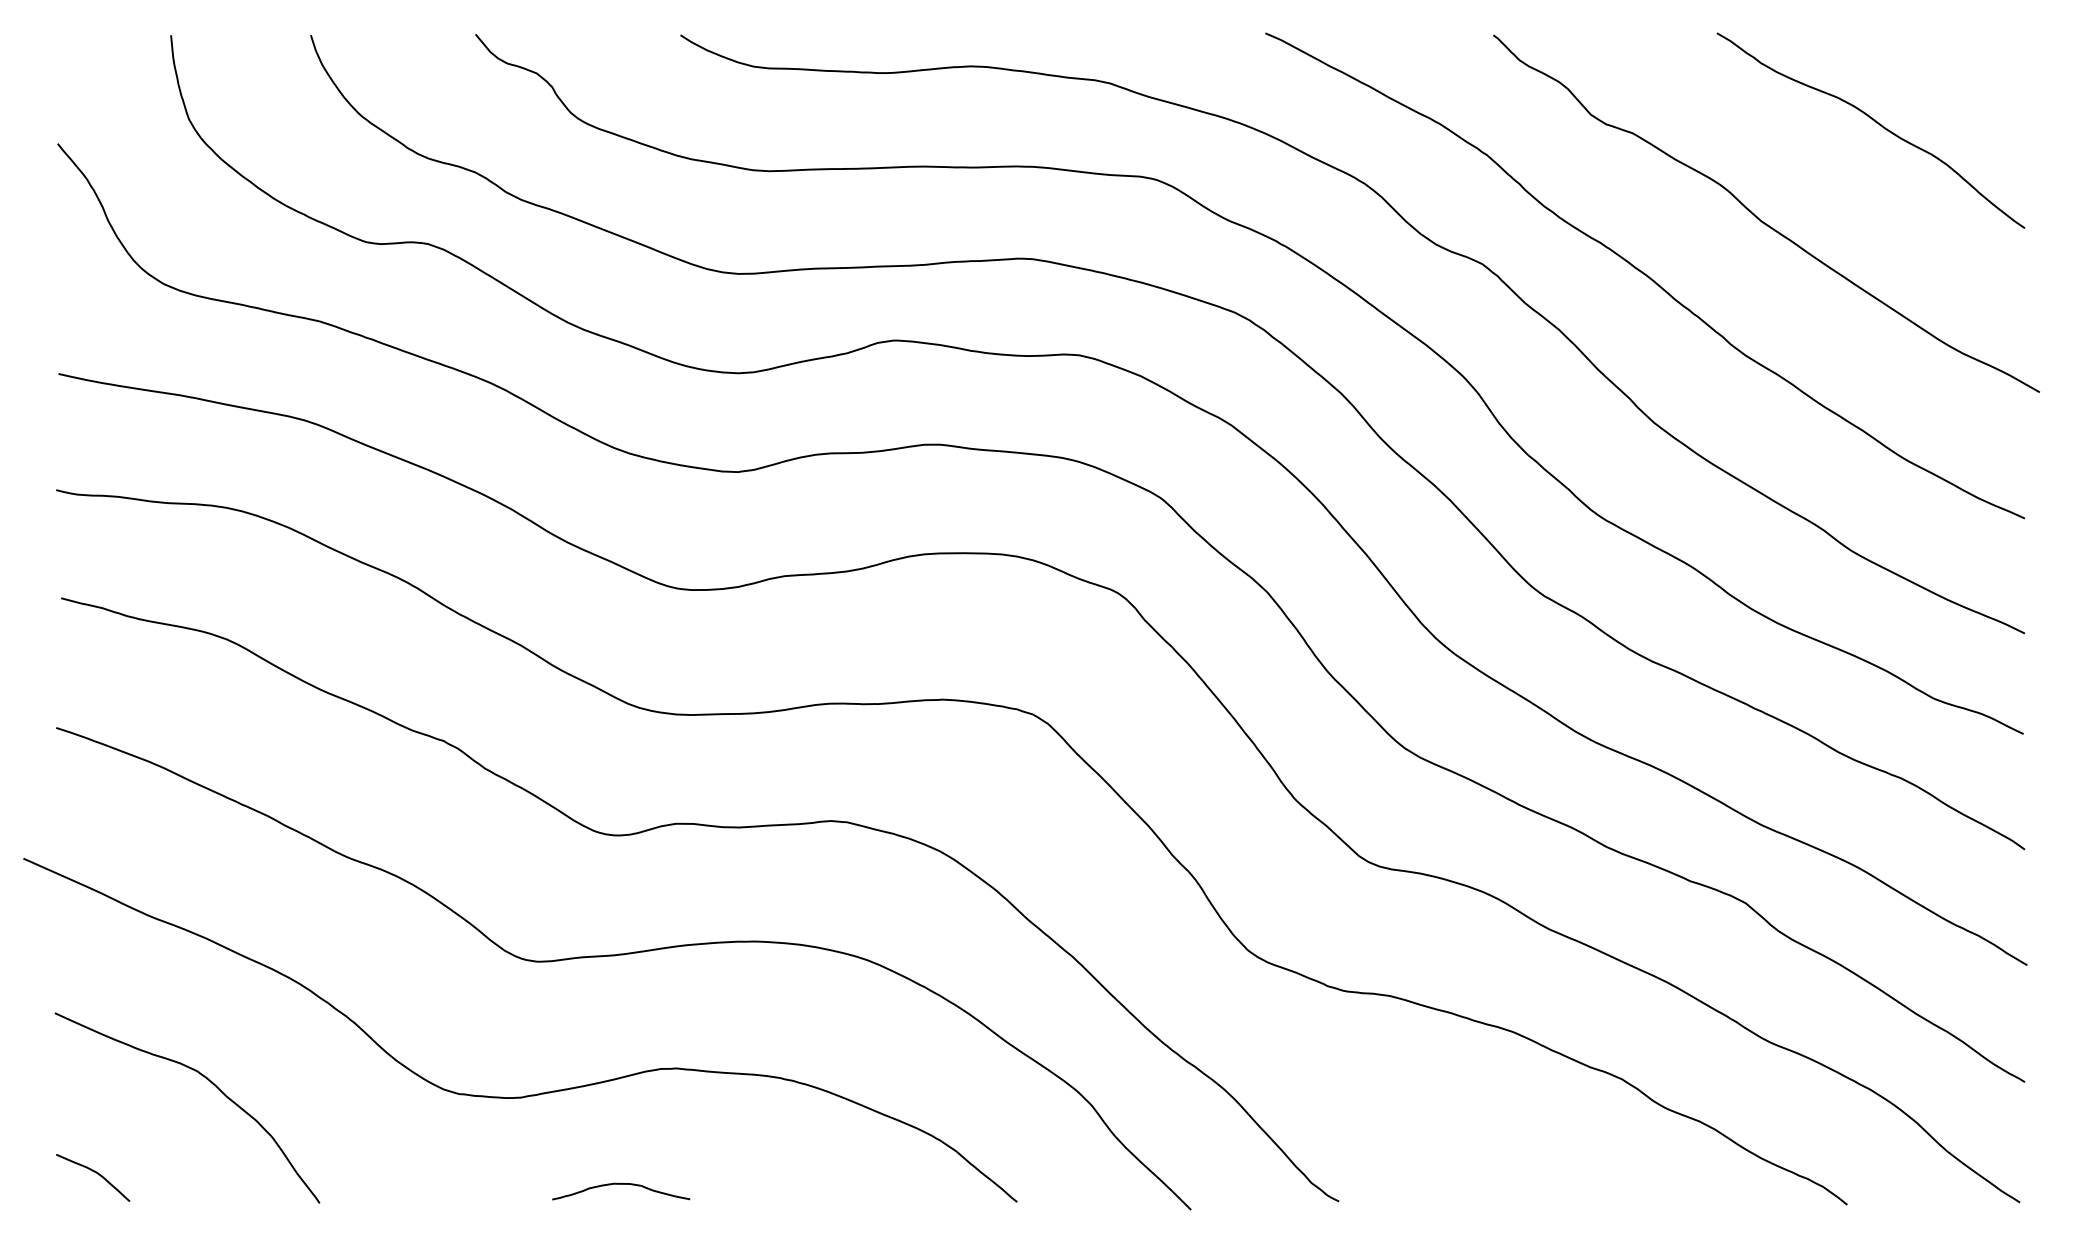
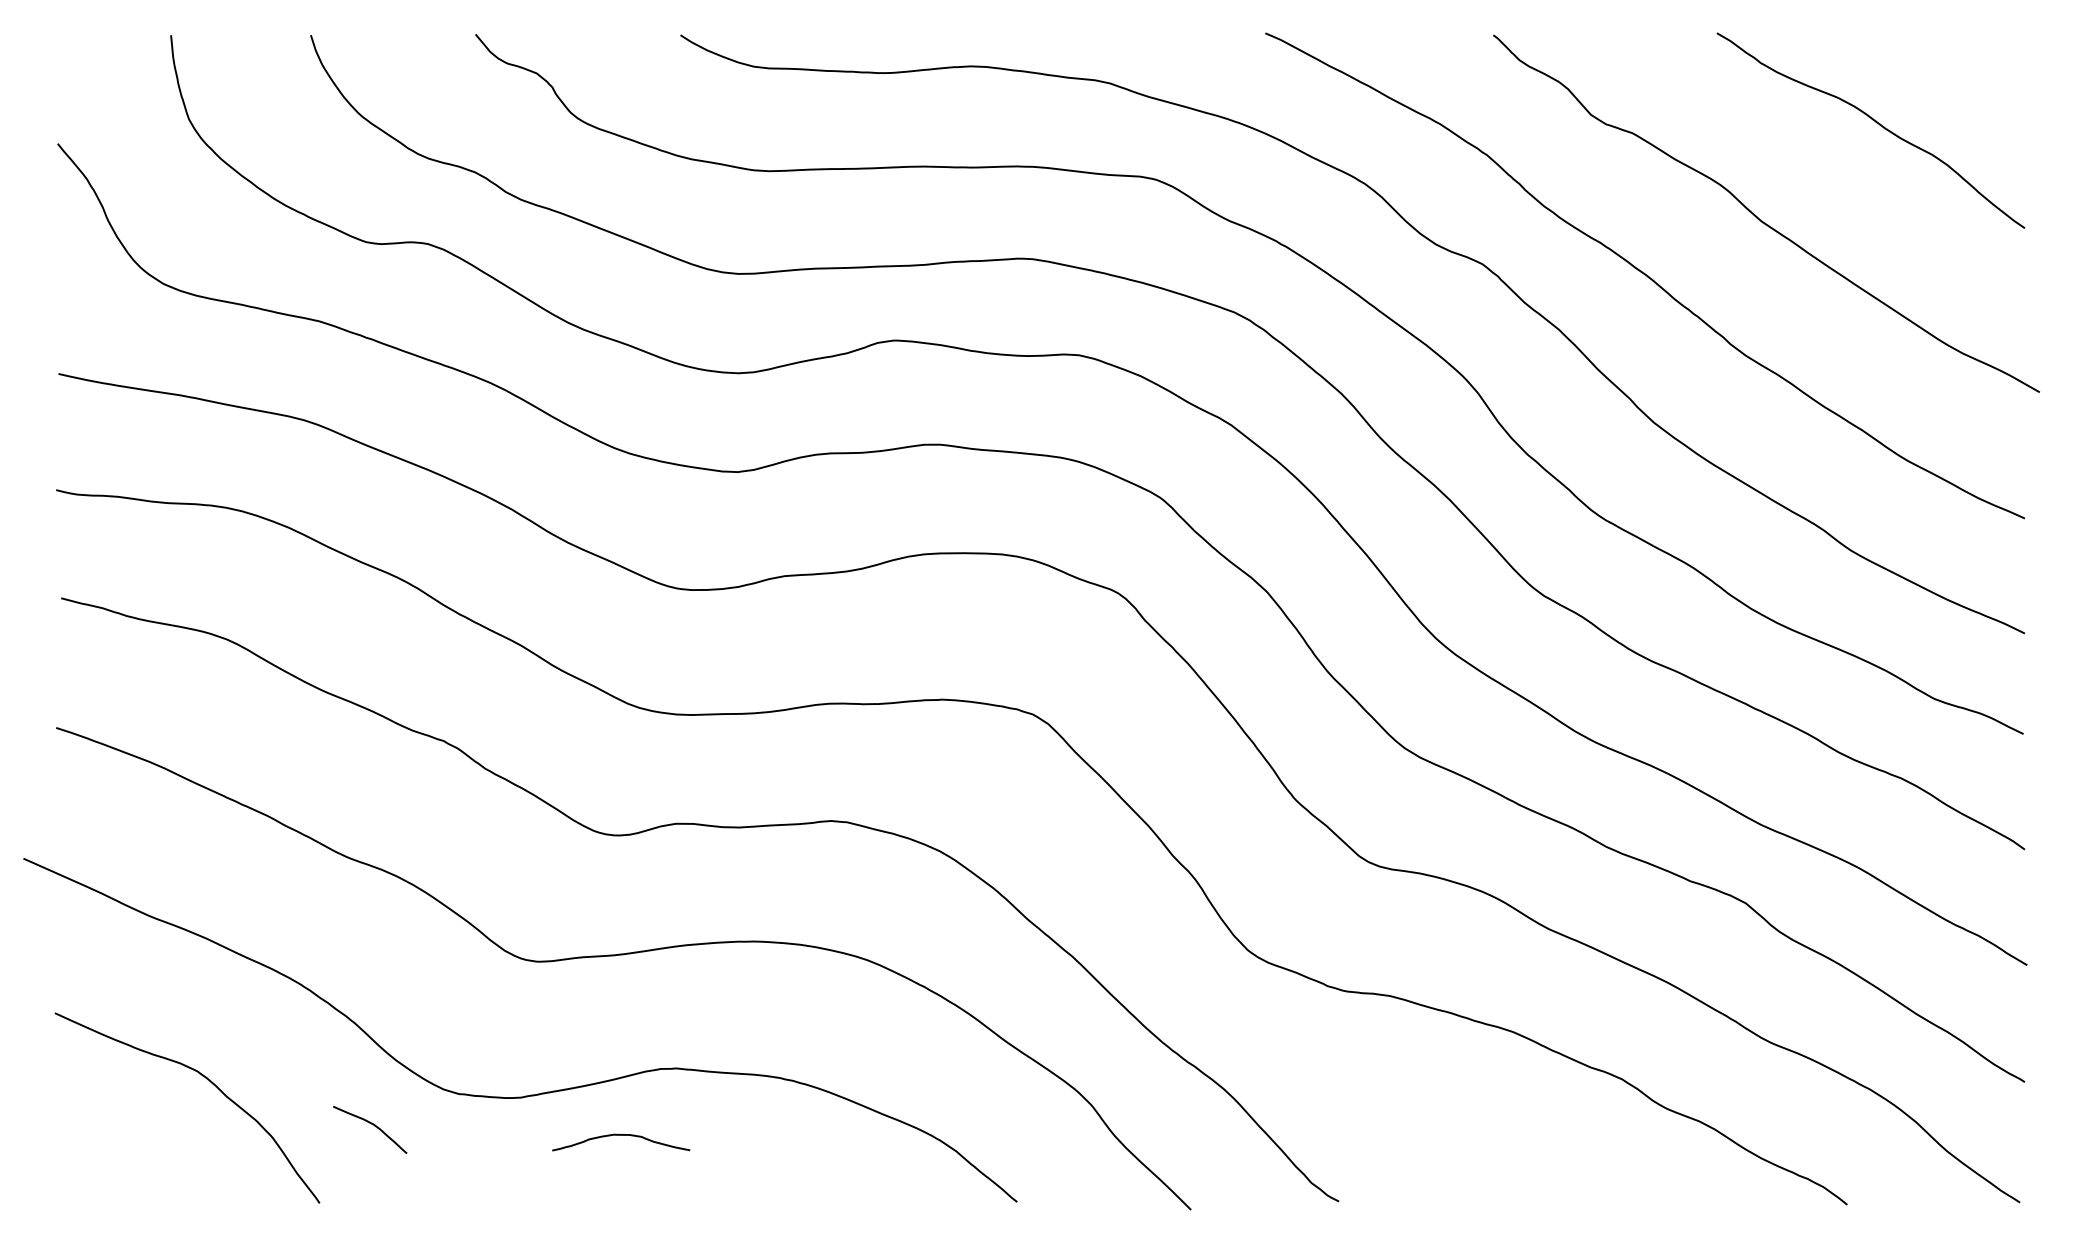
curve at (96, 1173) position: (96, 1173) -> (373, 1125)
curve at (621, 1184) position: (621, 1184) -> (621, 1135)
